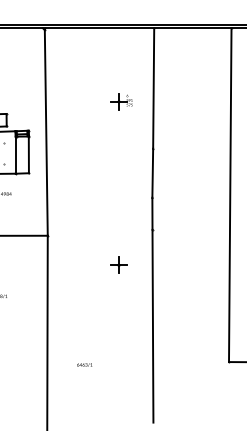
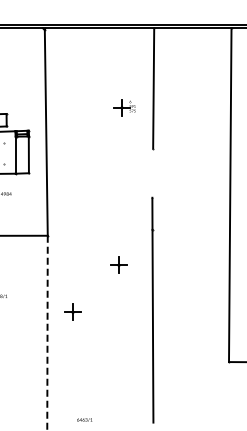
part at (121, 101) position: (121, 101) -> (124, 107)
line at (152, 172): present -> none
part at (72, 311): none -> present
line at (47, 333): solid -> dashed
text at (84, 364) position: (84, 364) -> (84, 419)
